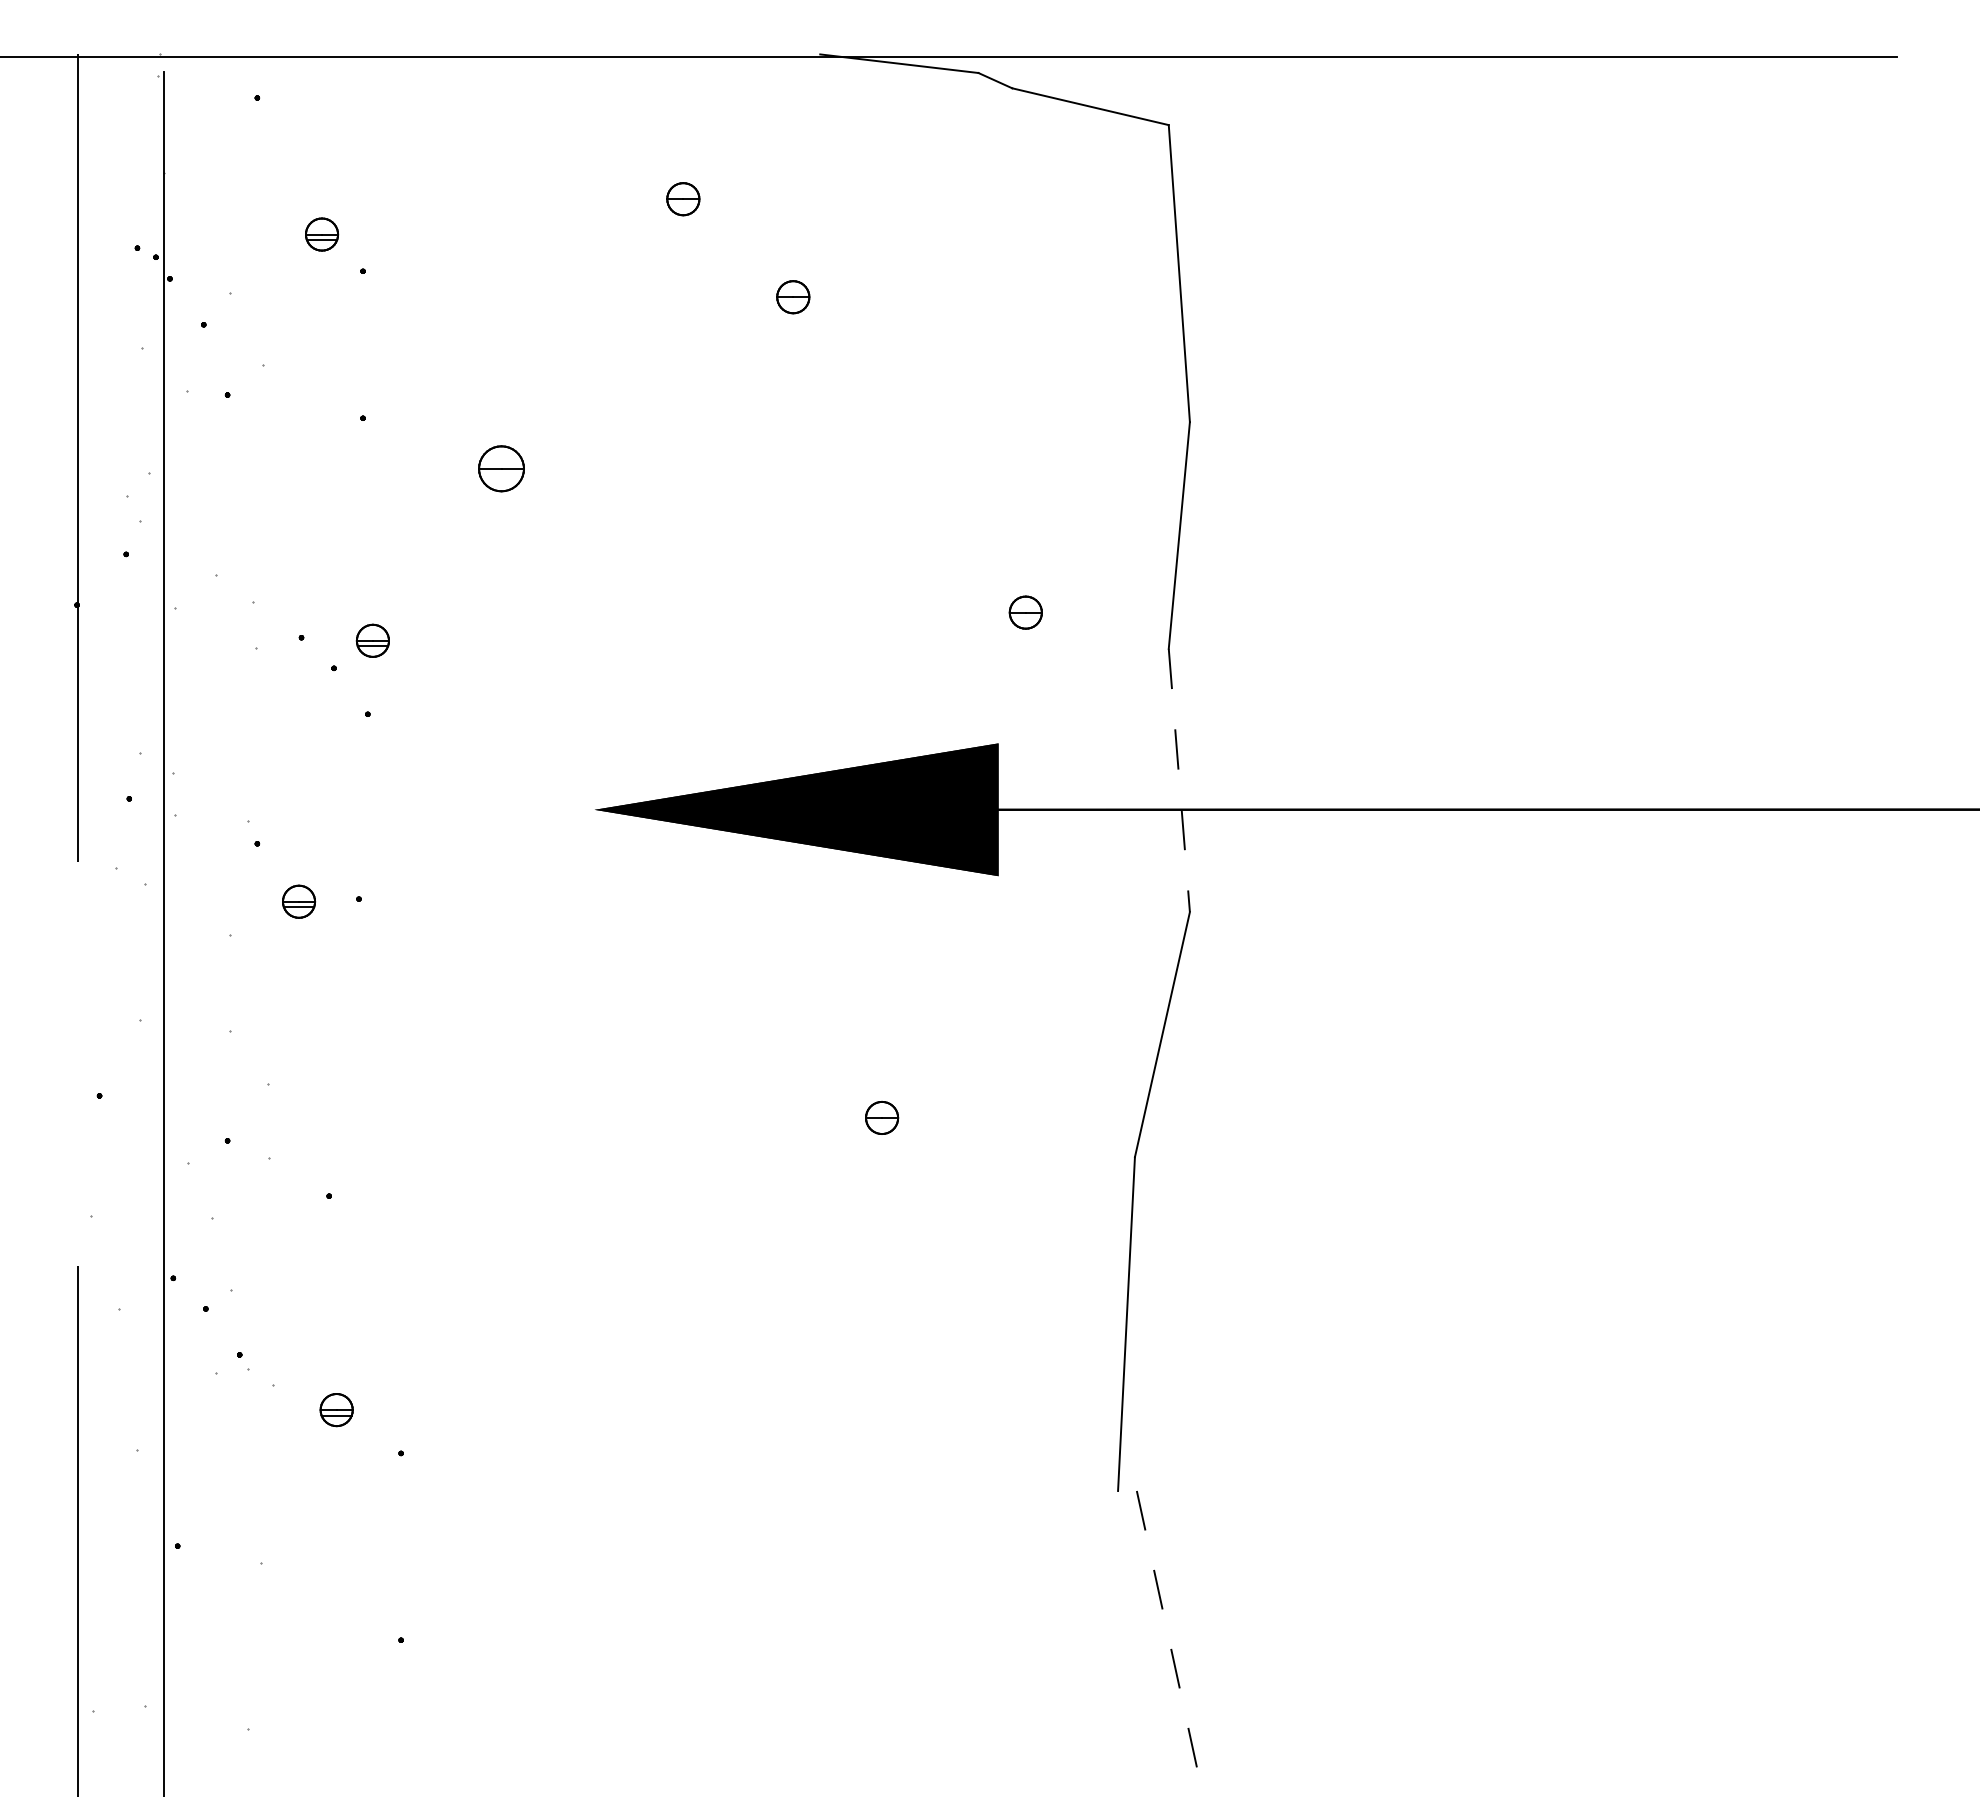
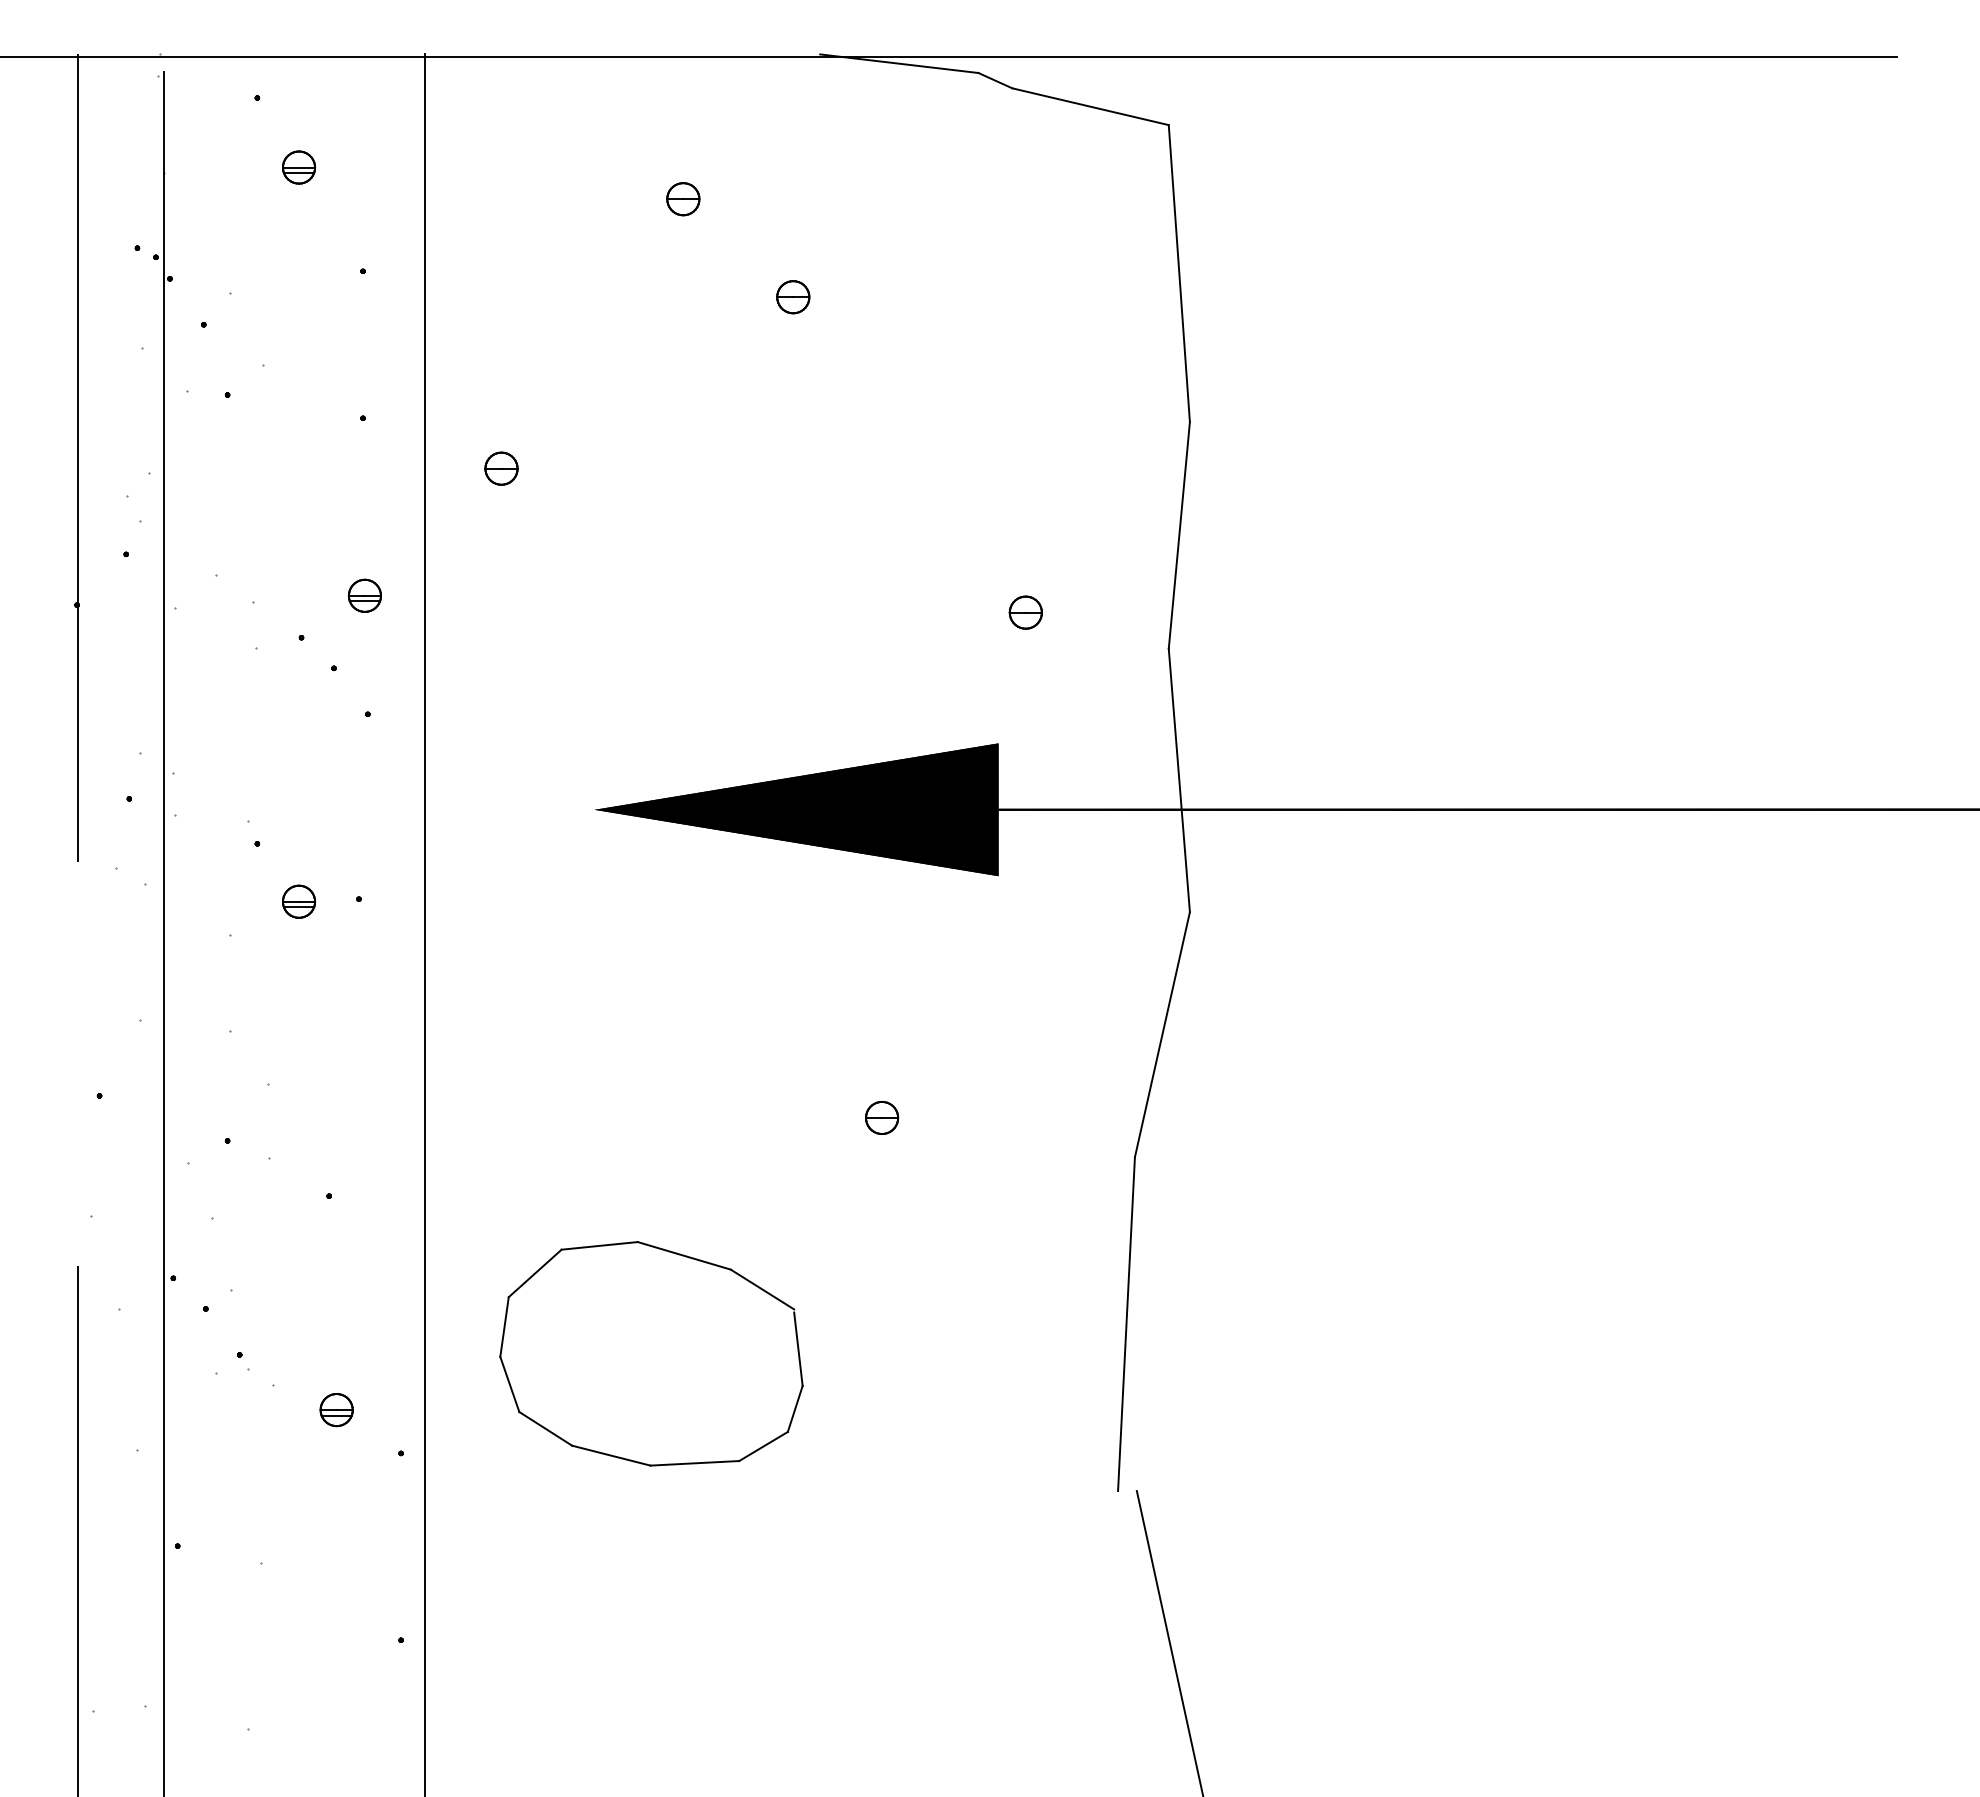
part at (322, 234) position: (322, 234) -> (299, 167)
part at (501, 468) size: 47x48 px -> 35x35 px
part at (372, 640) position: (372, 640) -> (364, 595)
line at (1179, 780): dashed -> solid
line at (424, 923): none -> present
part at (651, 1353): none -> present
line at (1170, 1644): dashed -> solid
